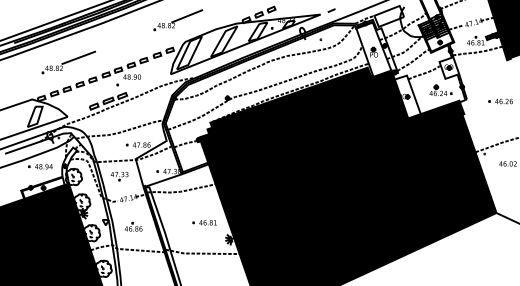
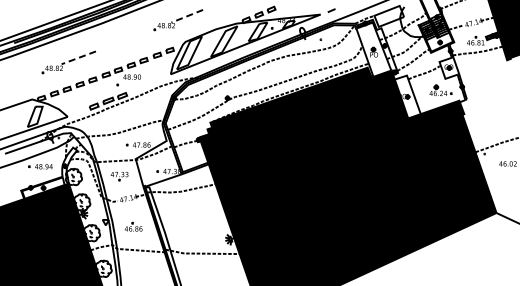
line at (186, 16): solid -> dashed
line at (78, 58): solid -> dashed
part at (500, 101): present -> none
part at (204, 222): present -> none
